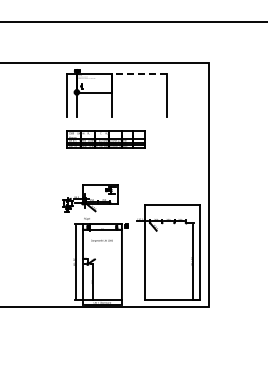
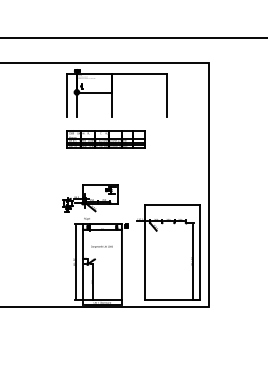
line at (133, 21) position: (133, 21) -> (133, 37)
line at (138, 74): dashed -> solid
text at (101, 240) position: (101, 240) -> (101, 246)
